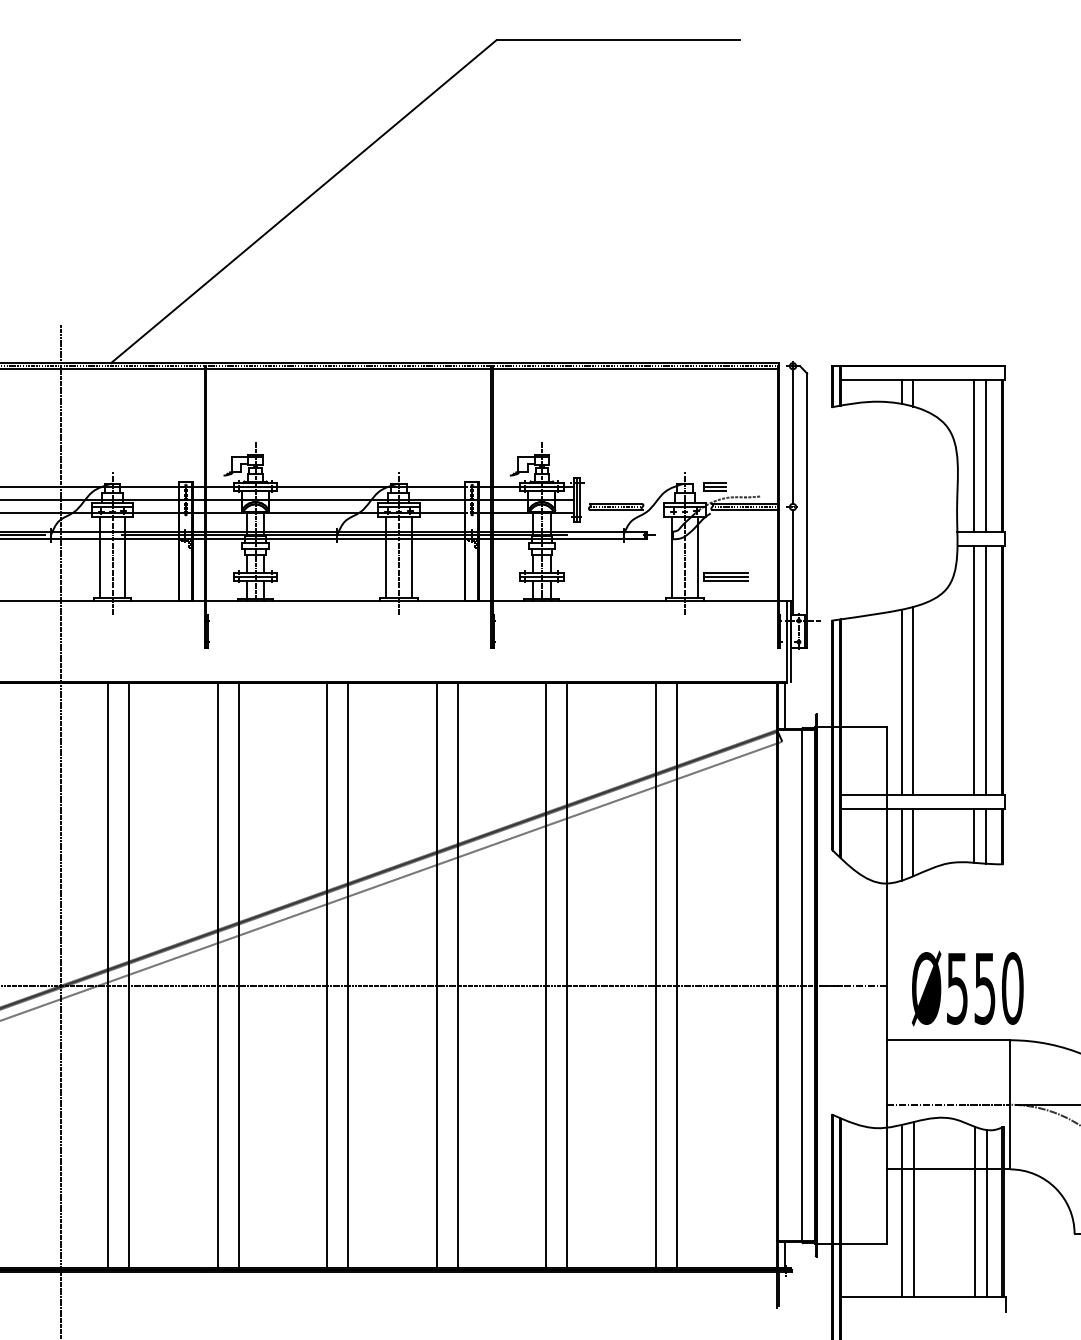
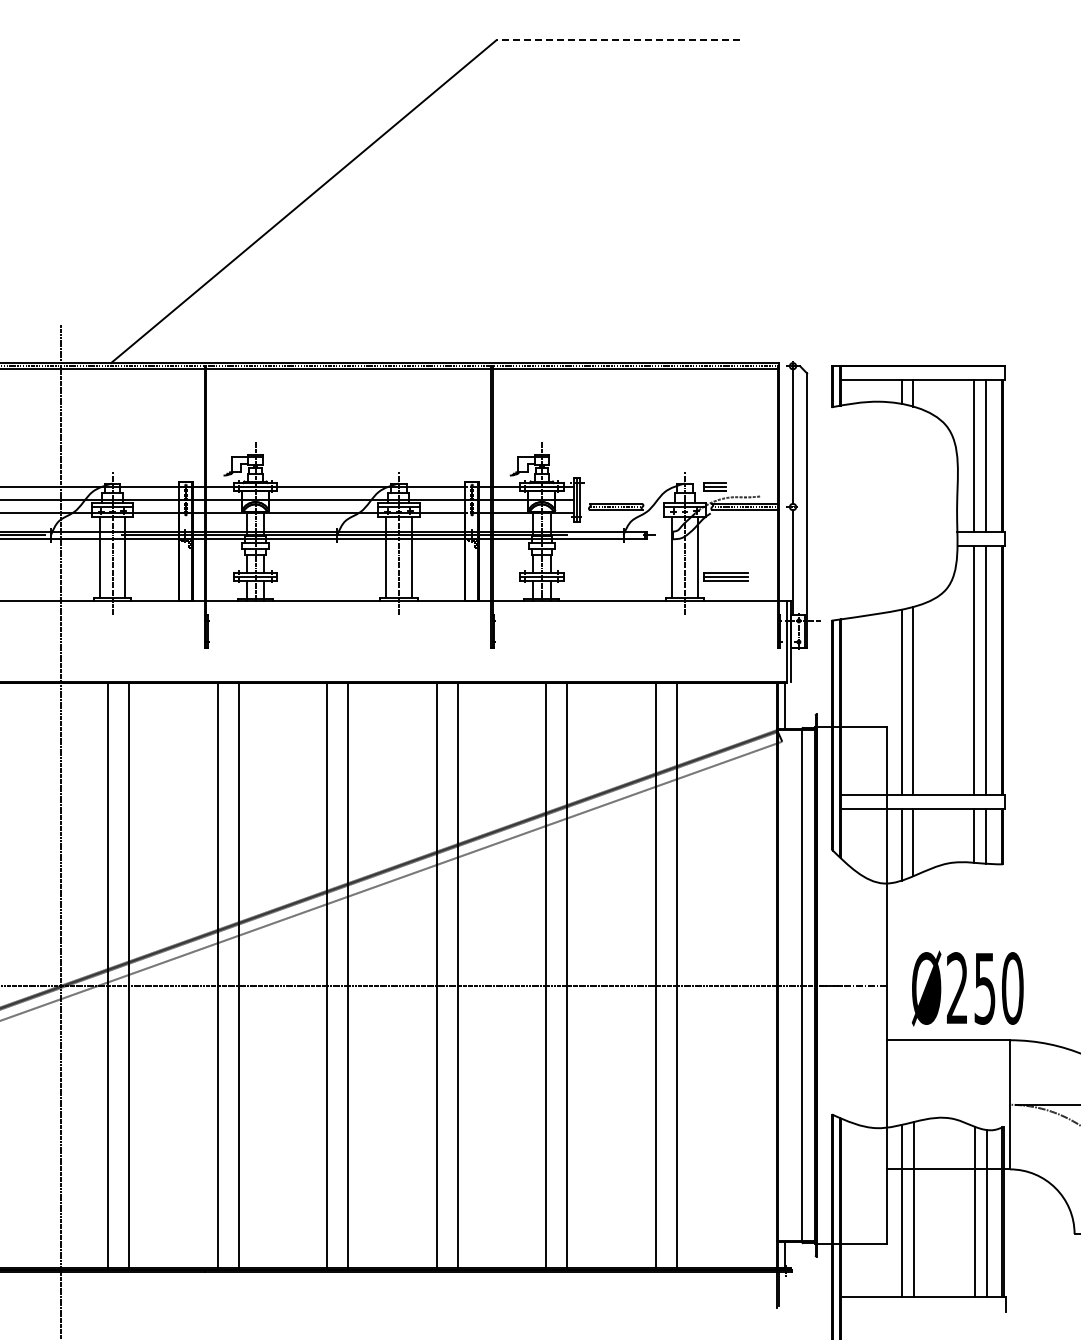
line at (618, 40): solid -> dashed
text at (957, 988): Ø550 -> Ø250
line at (948, 1104): present -> none
